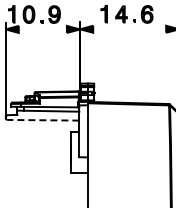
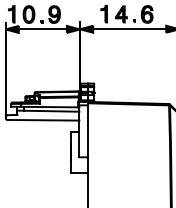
line at (42, 29): none -> present
line at (129, 29): none -> present
line at (43, 120): dashed -> solid
